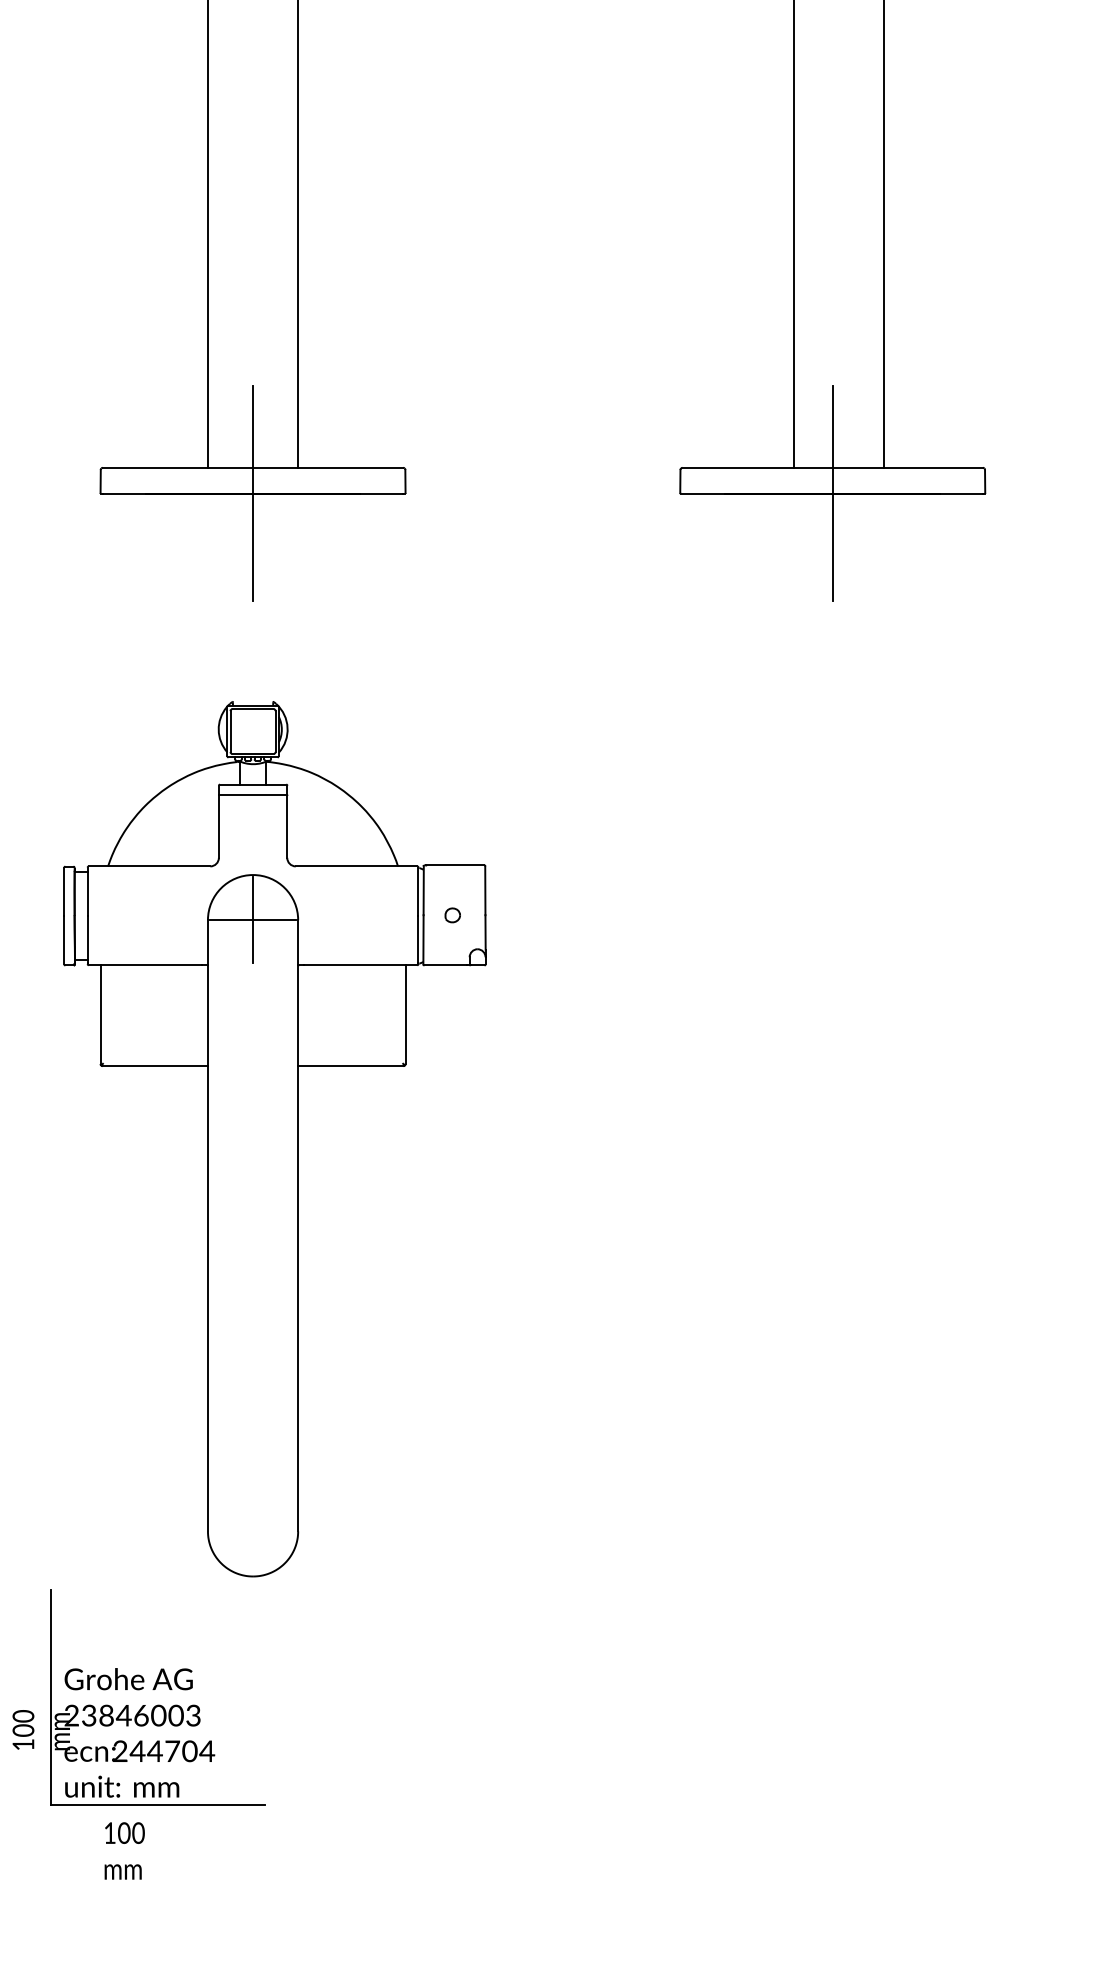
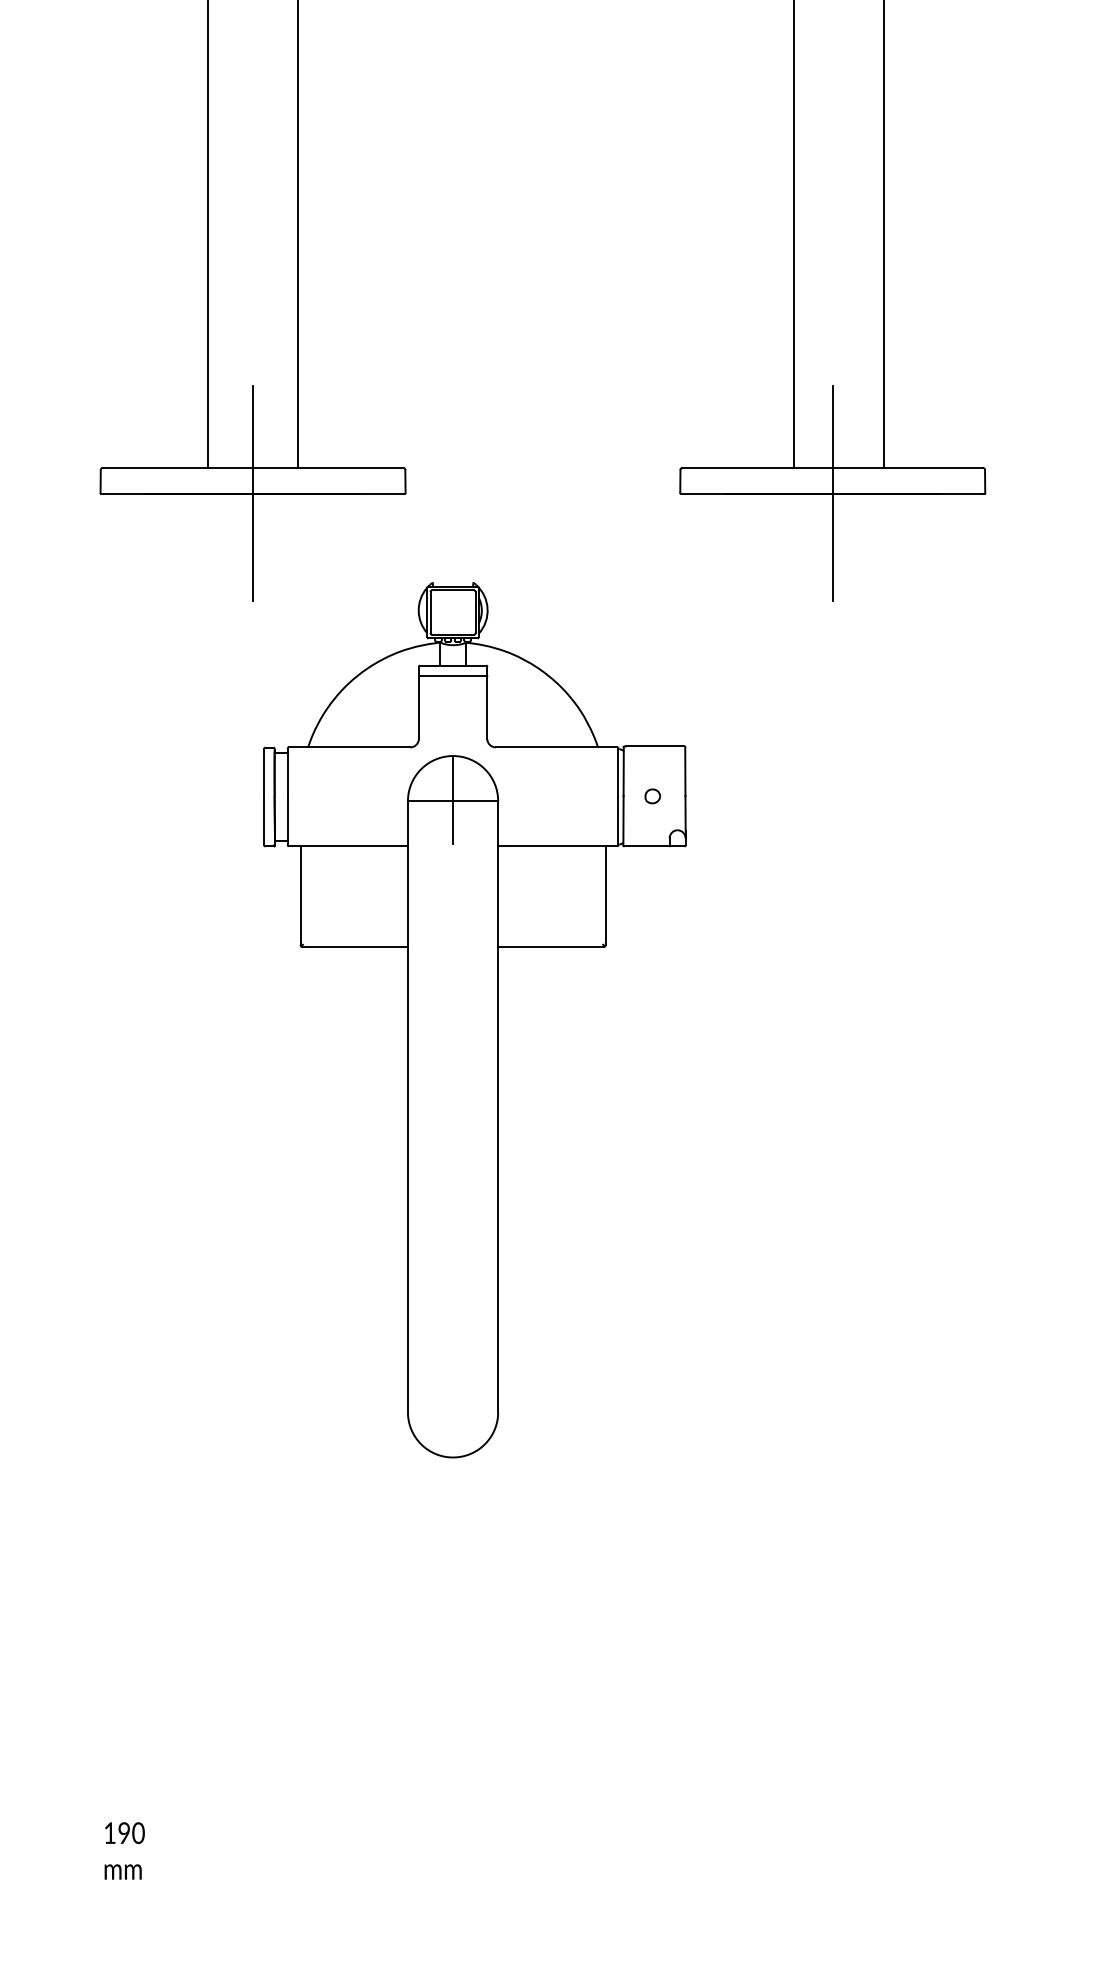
part at (274, 1139) position: (274, 1139) -> (474, 1020)
part at (138, 1690): present -> none
text at (124, 1834): 100 -> 190
